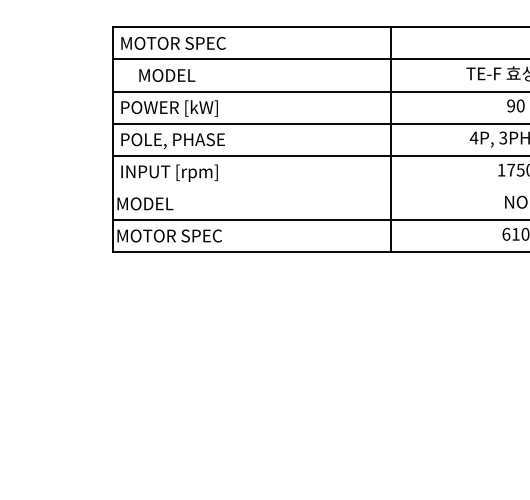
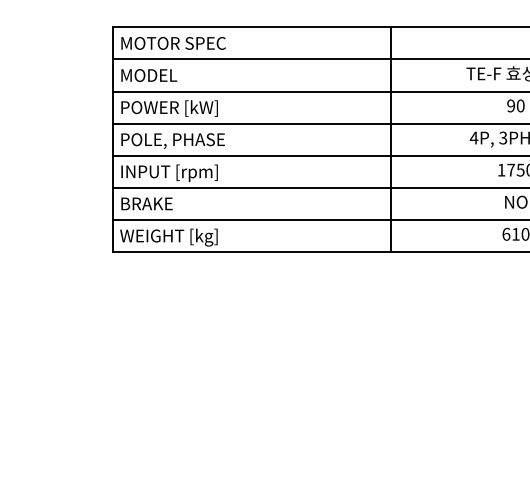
text at (167, 75) position: (167, 75) -> (149, 75)
line at (319, 187): none -> present
text at (145, 203): MODEL -> BRAKE
text at (169, 237): MOTOR SPEC -> WEIGHT [kg]
